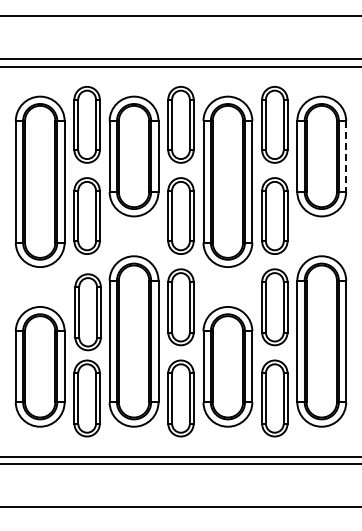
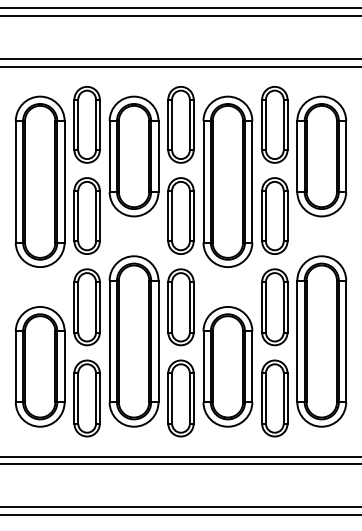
line at (180, 8): none -> present
line at (346, 157): dashed -> solid
part at (87, 312) position: (87, 312) -> (86, 307)
line at (180, 515): none -> present
